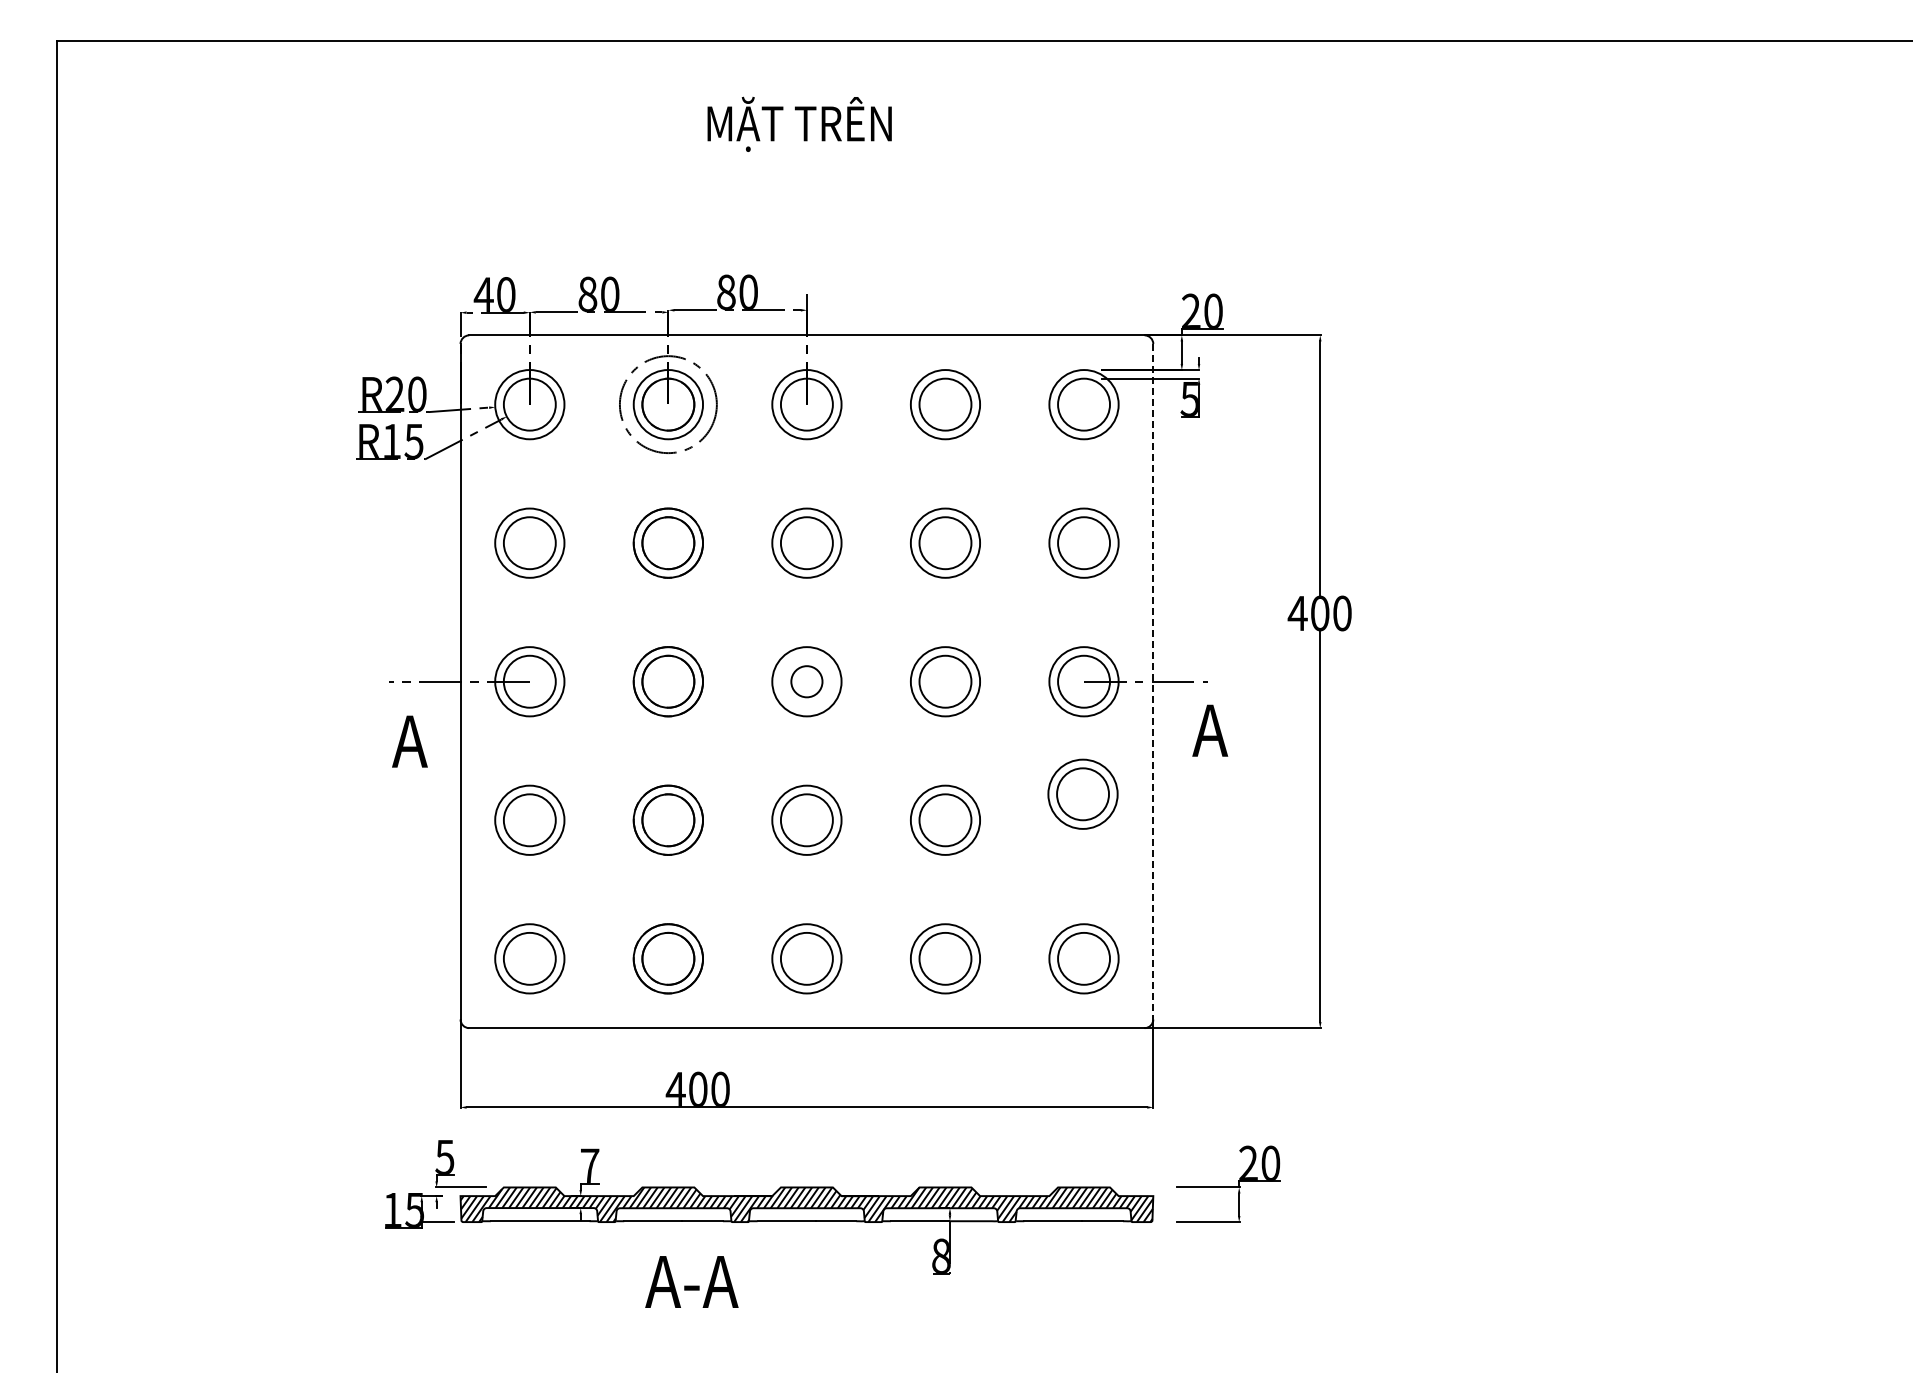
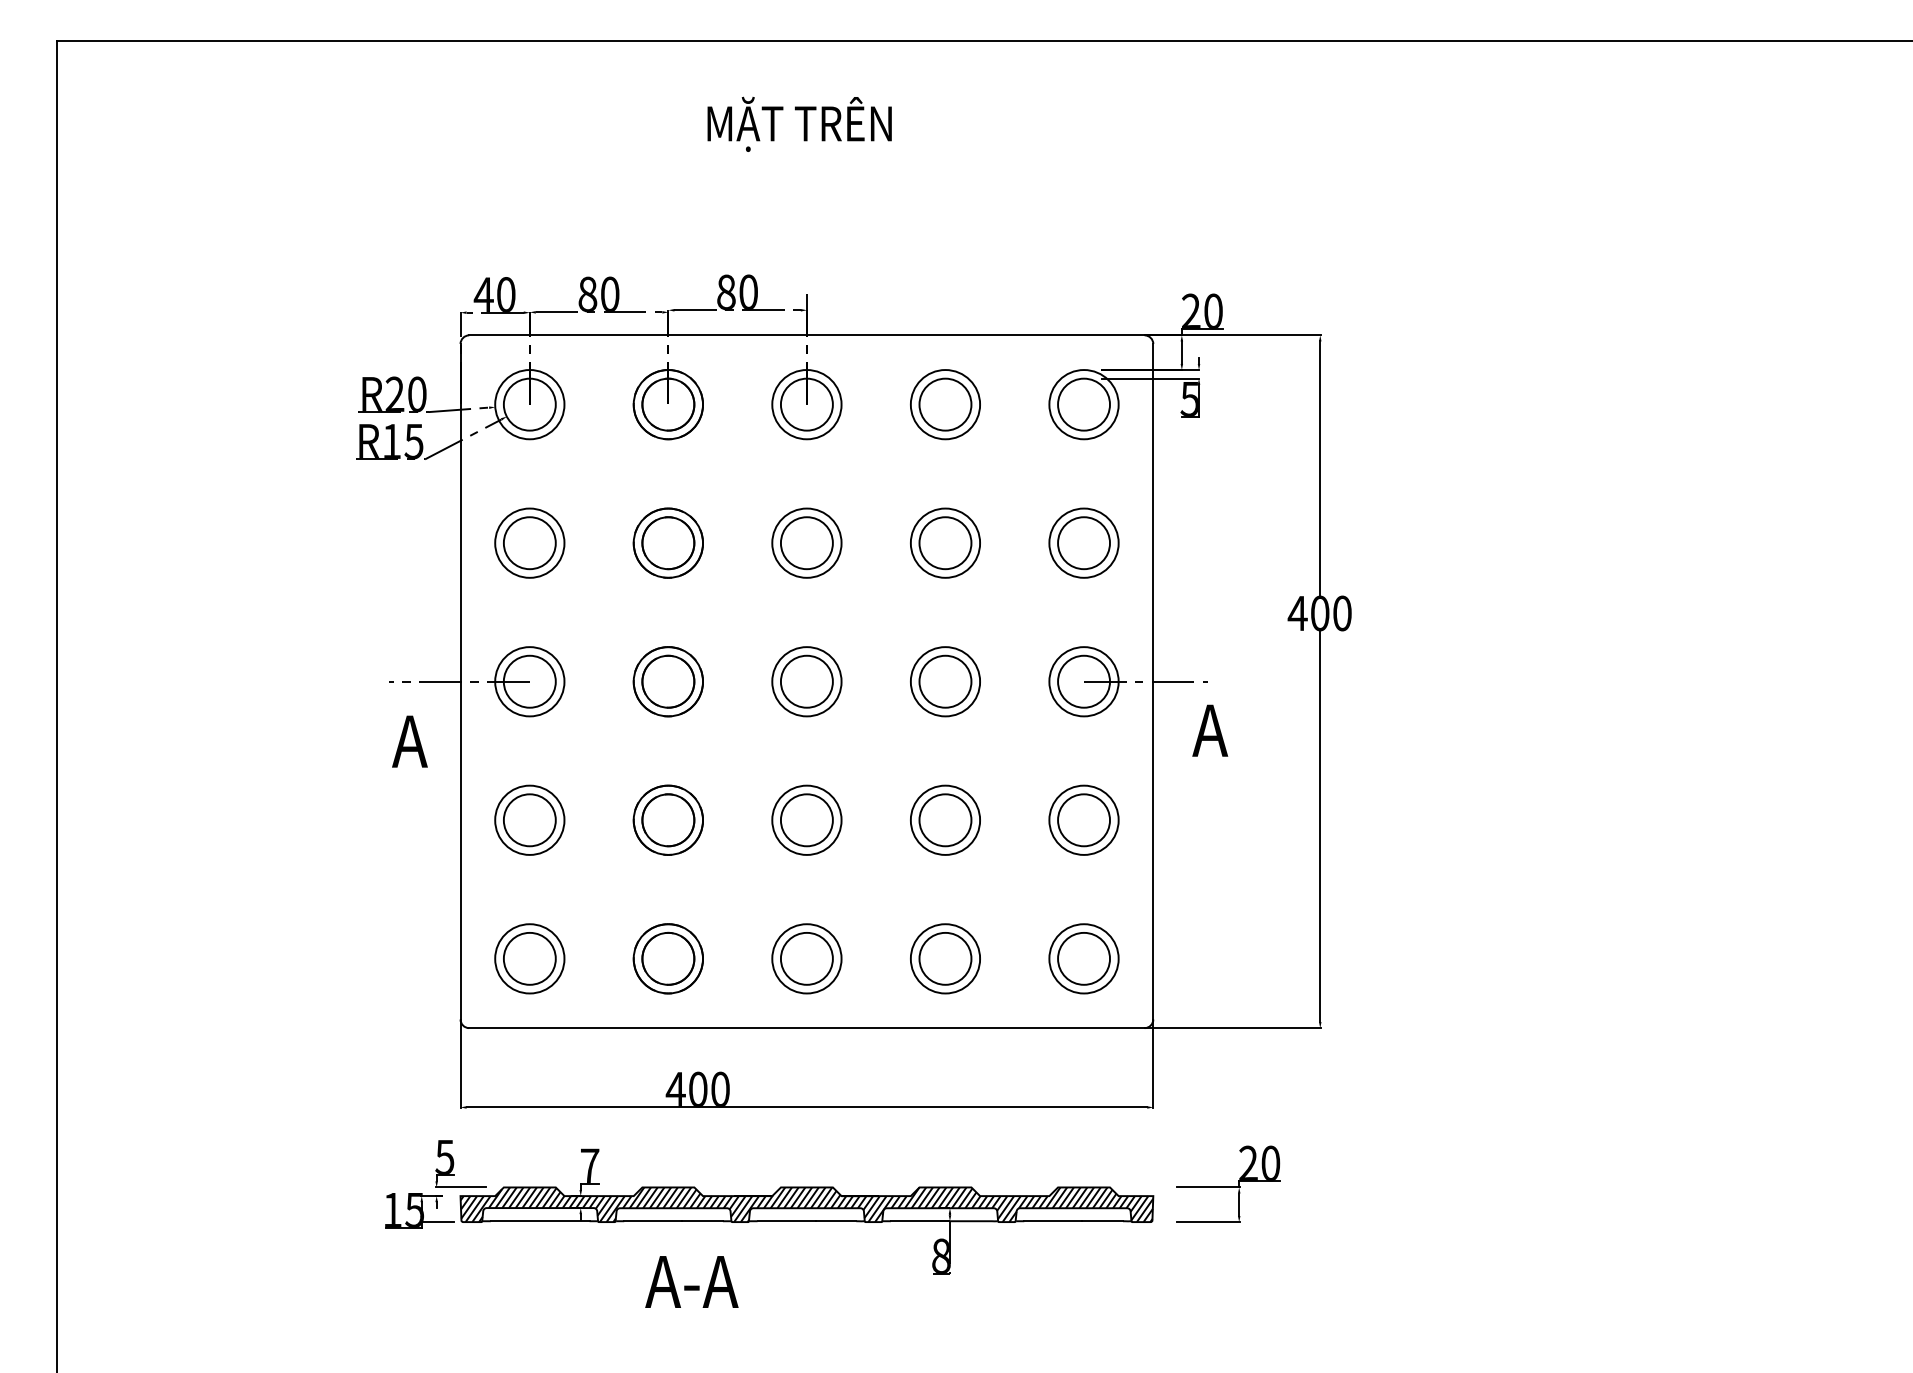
circle at (667, 404) diameter: 97 px -> 69 px
circle at (806, 681) diameter: 31 px -> 52 px
line at (1153, 681): dashed -> solid
part at (1082, 793) position: (1082, 793) -> (1083, 819)
